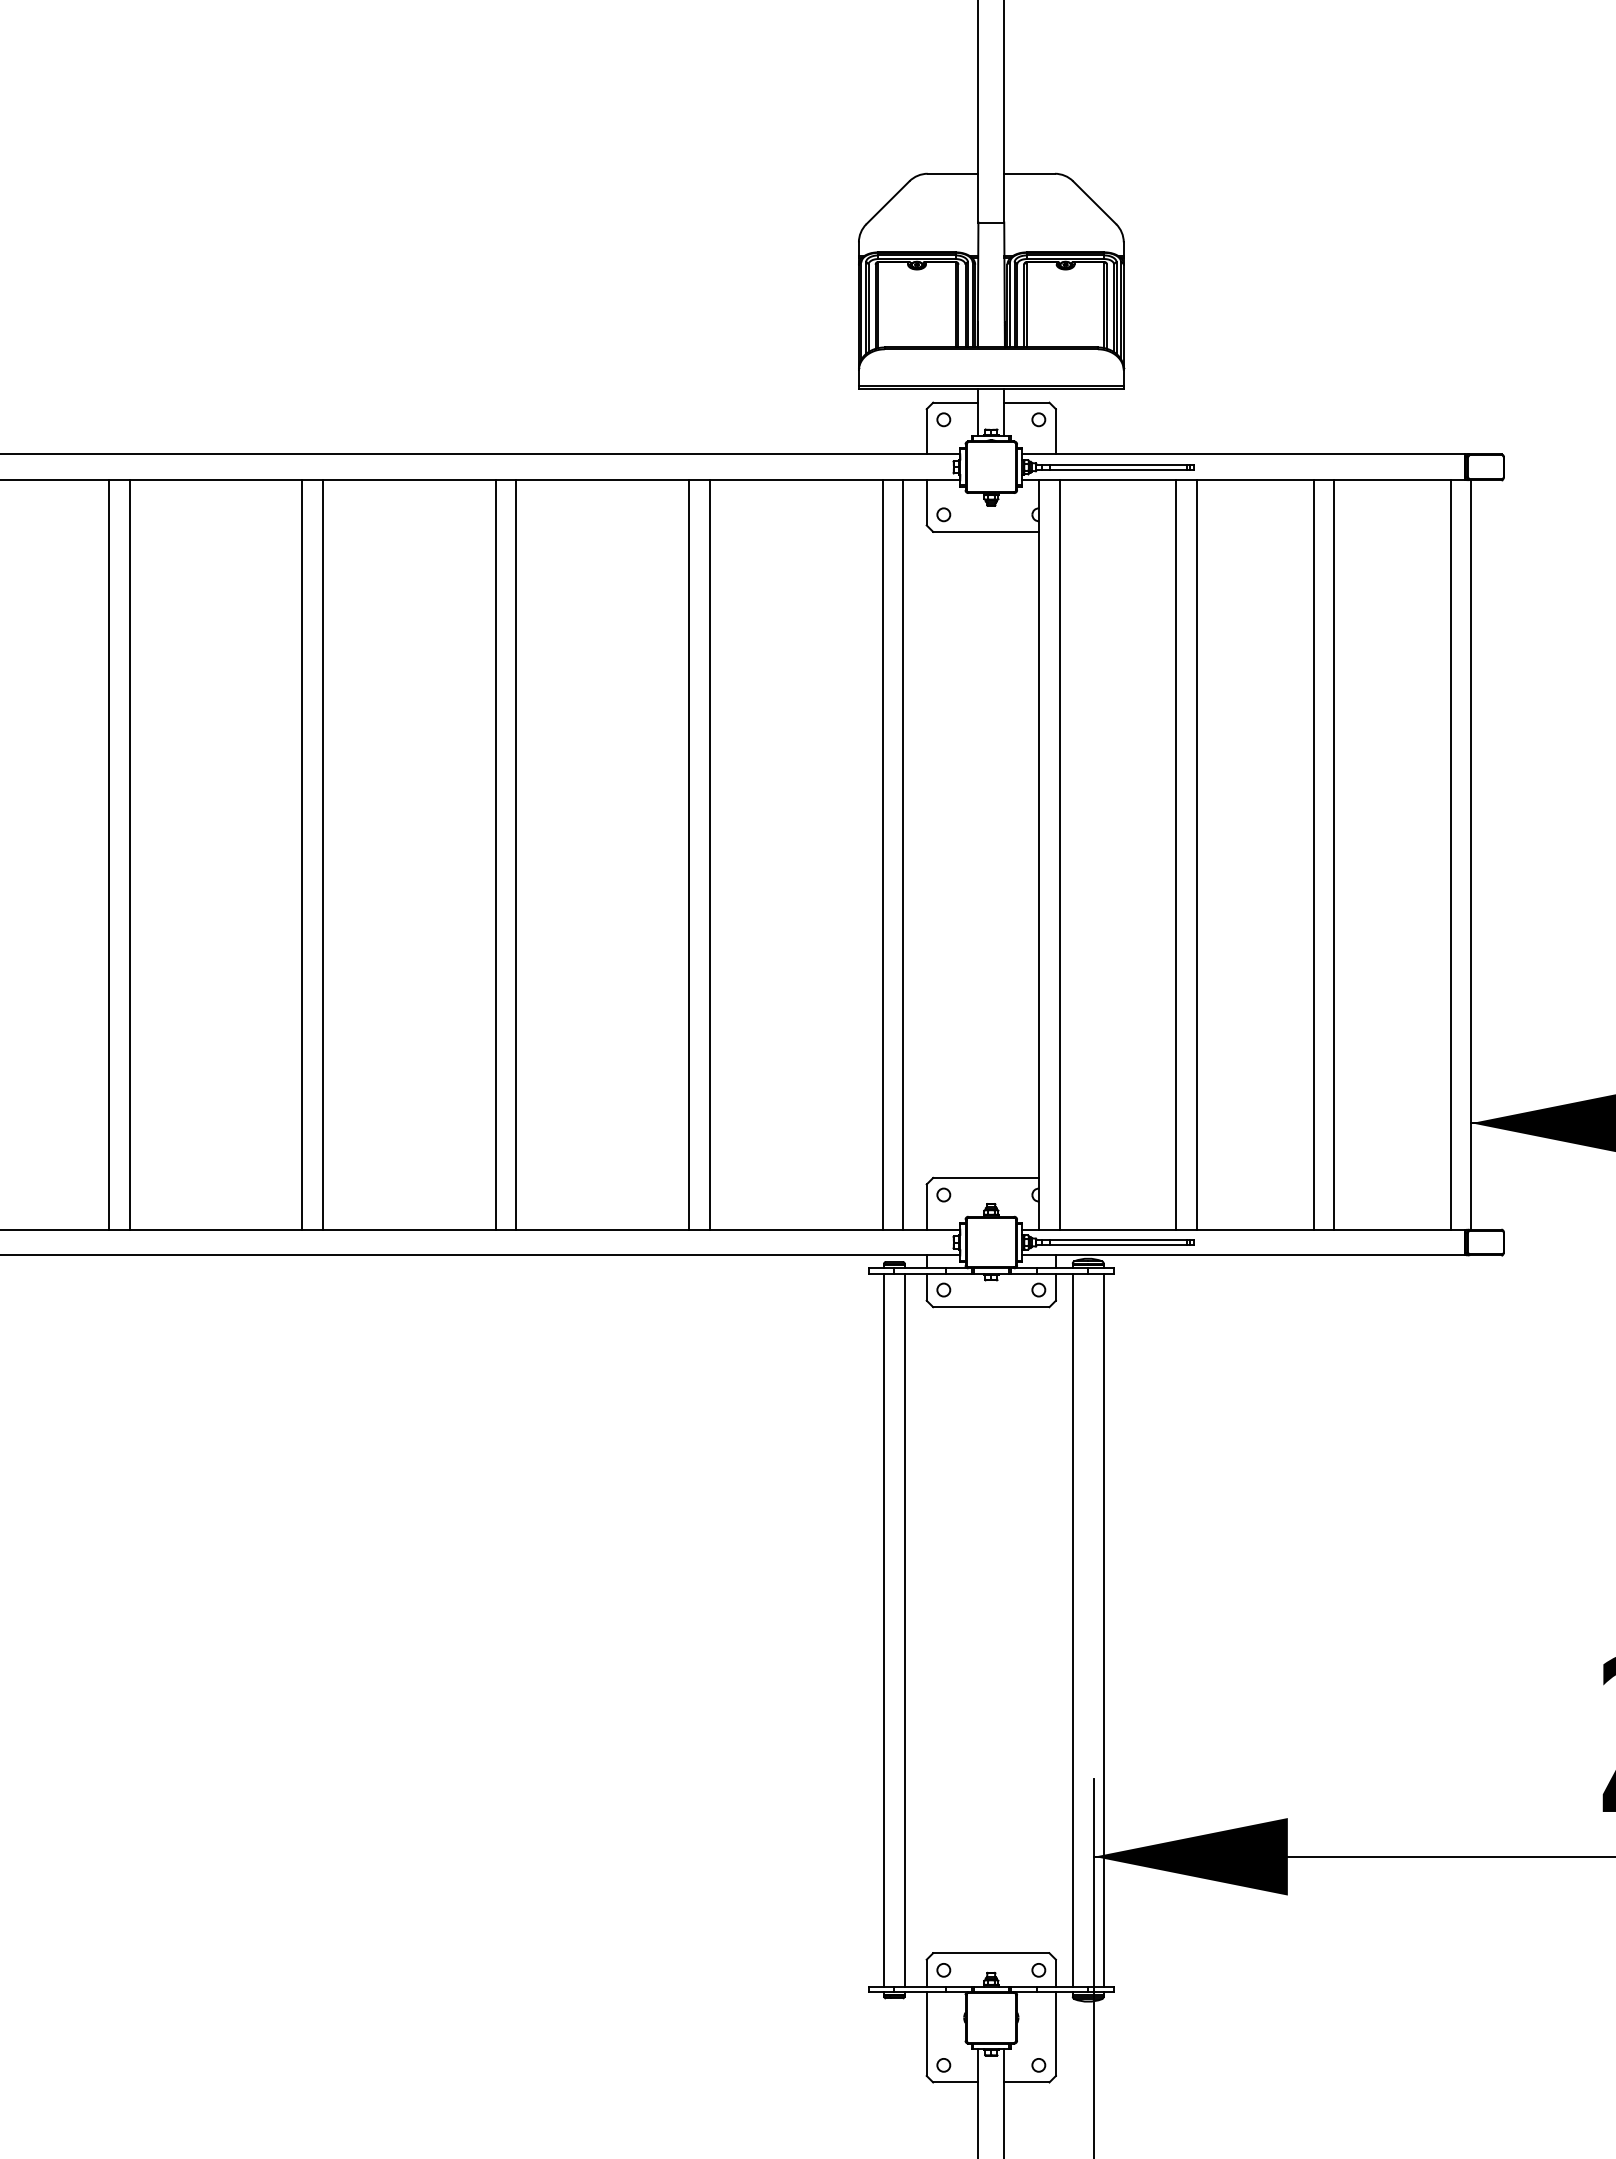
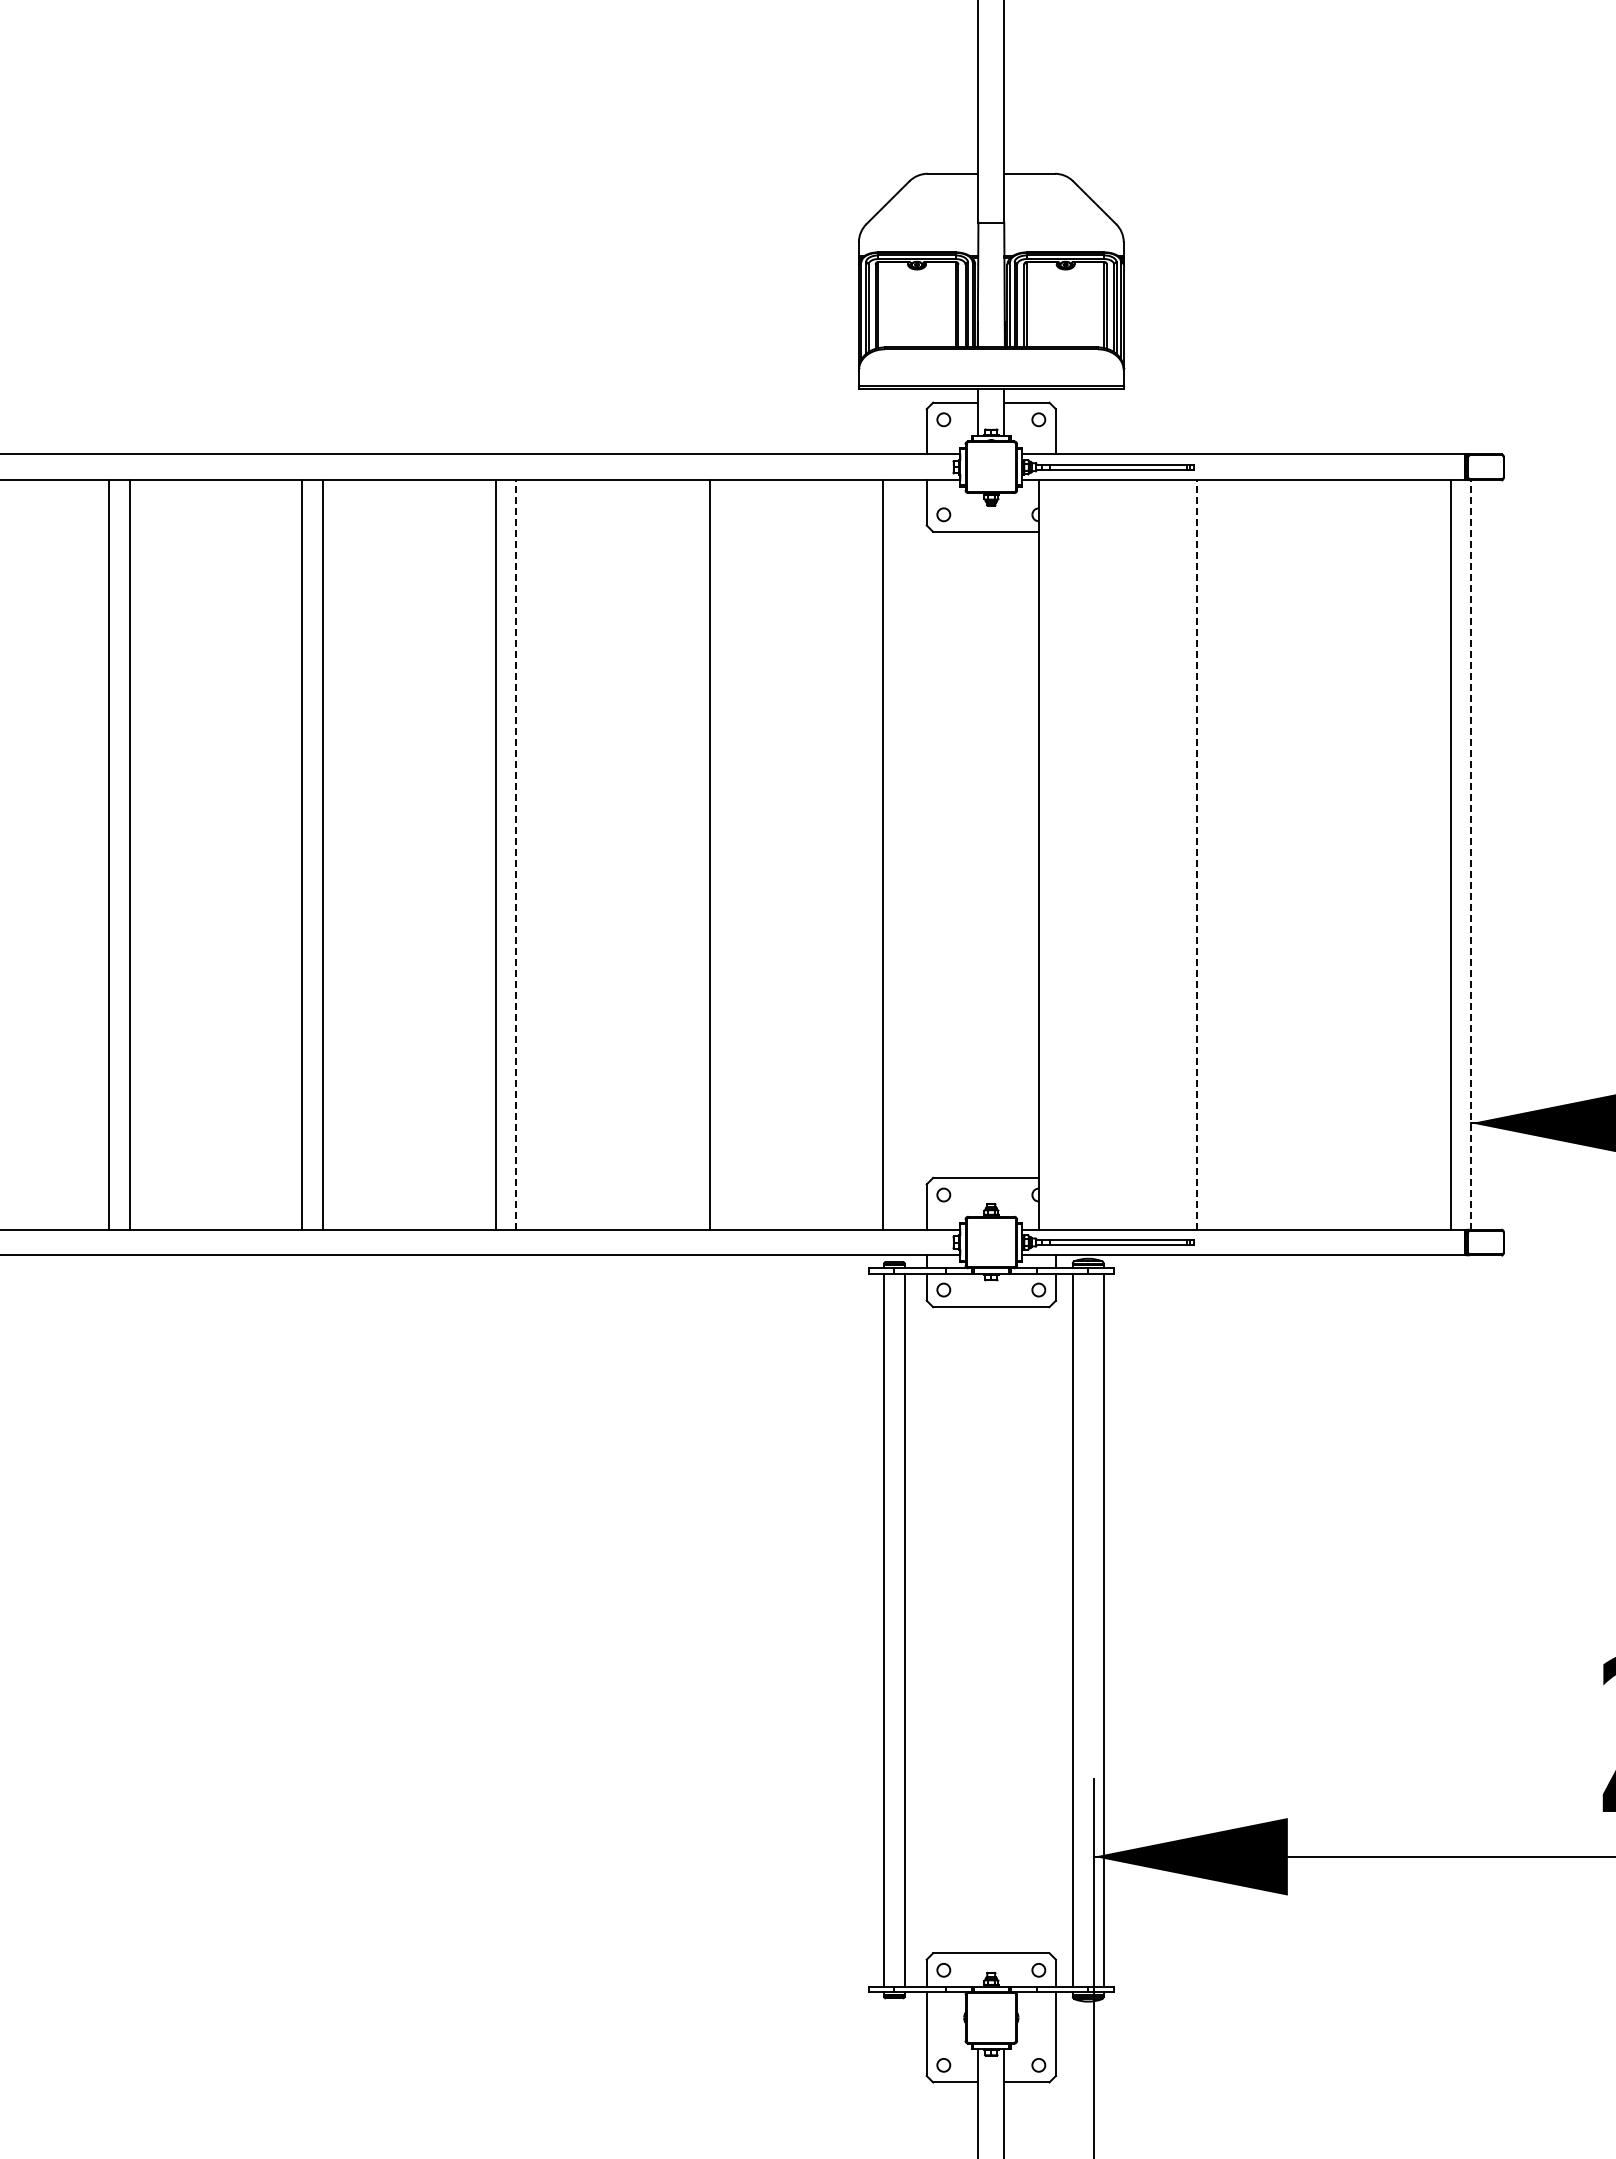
line at (516, 854): solid -> dashed
line at (689, 854): present -> none
line at (903, 854): present -> none
line at (1060, 854): present -> none
line at (1176, 854): present -> none
line at (1197, 854): solid -> dashed
line at (1313, 854): present -> none
line at (1334, 854): present -> none
line at (1471, 854): solid -> dashed
